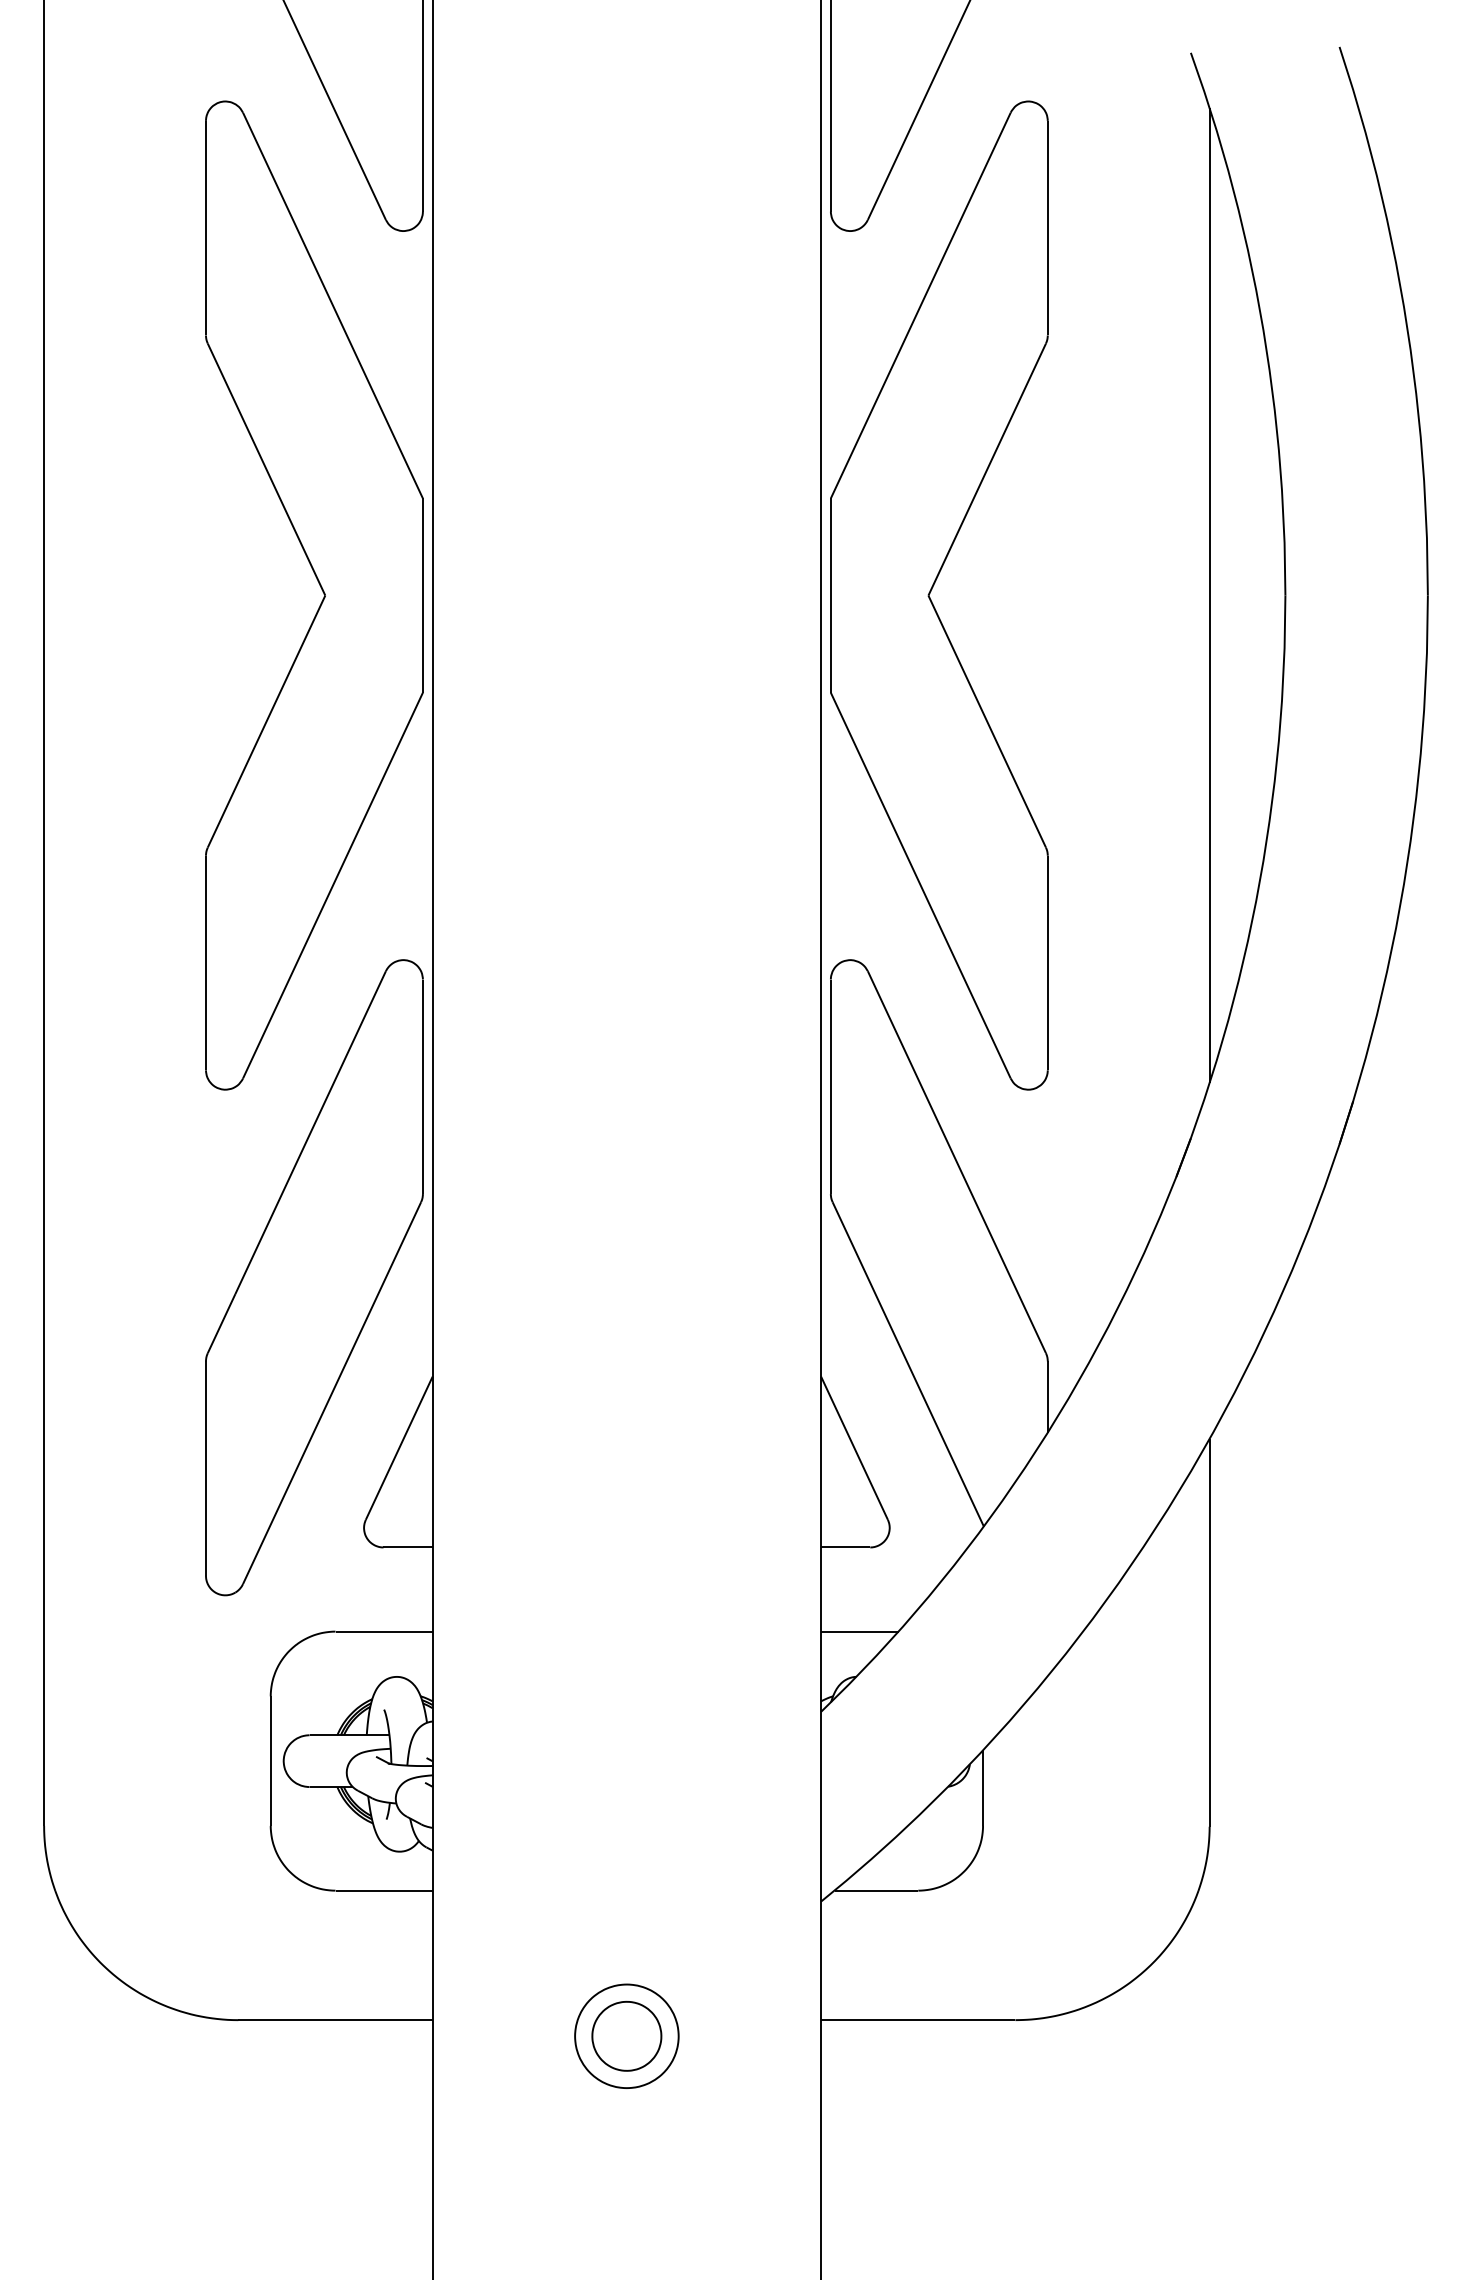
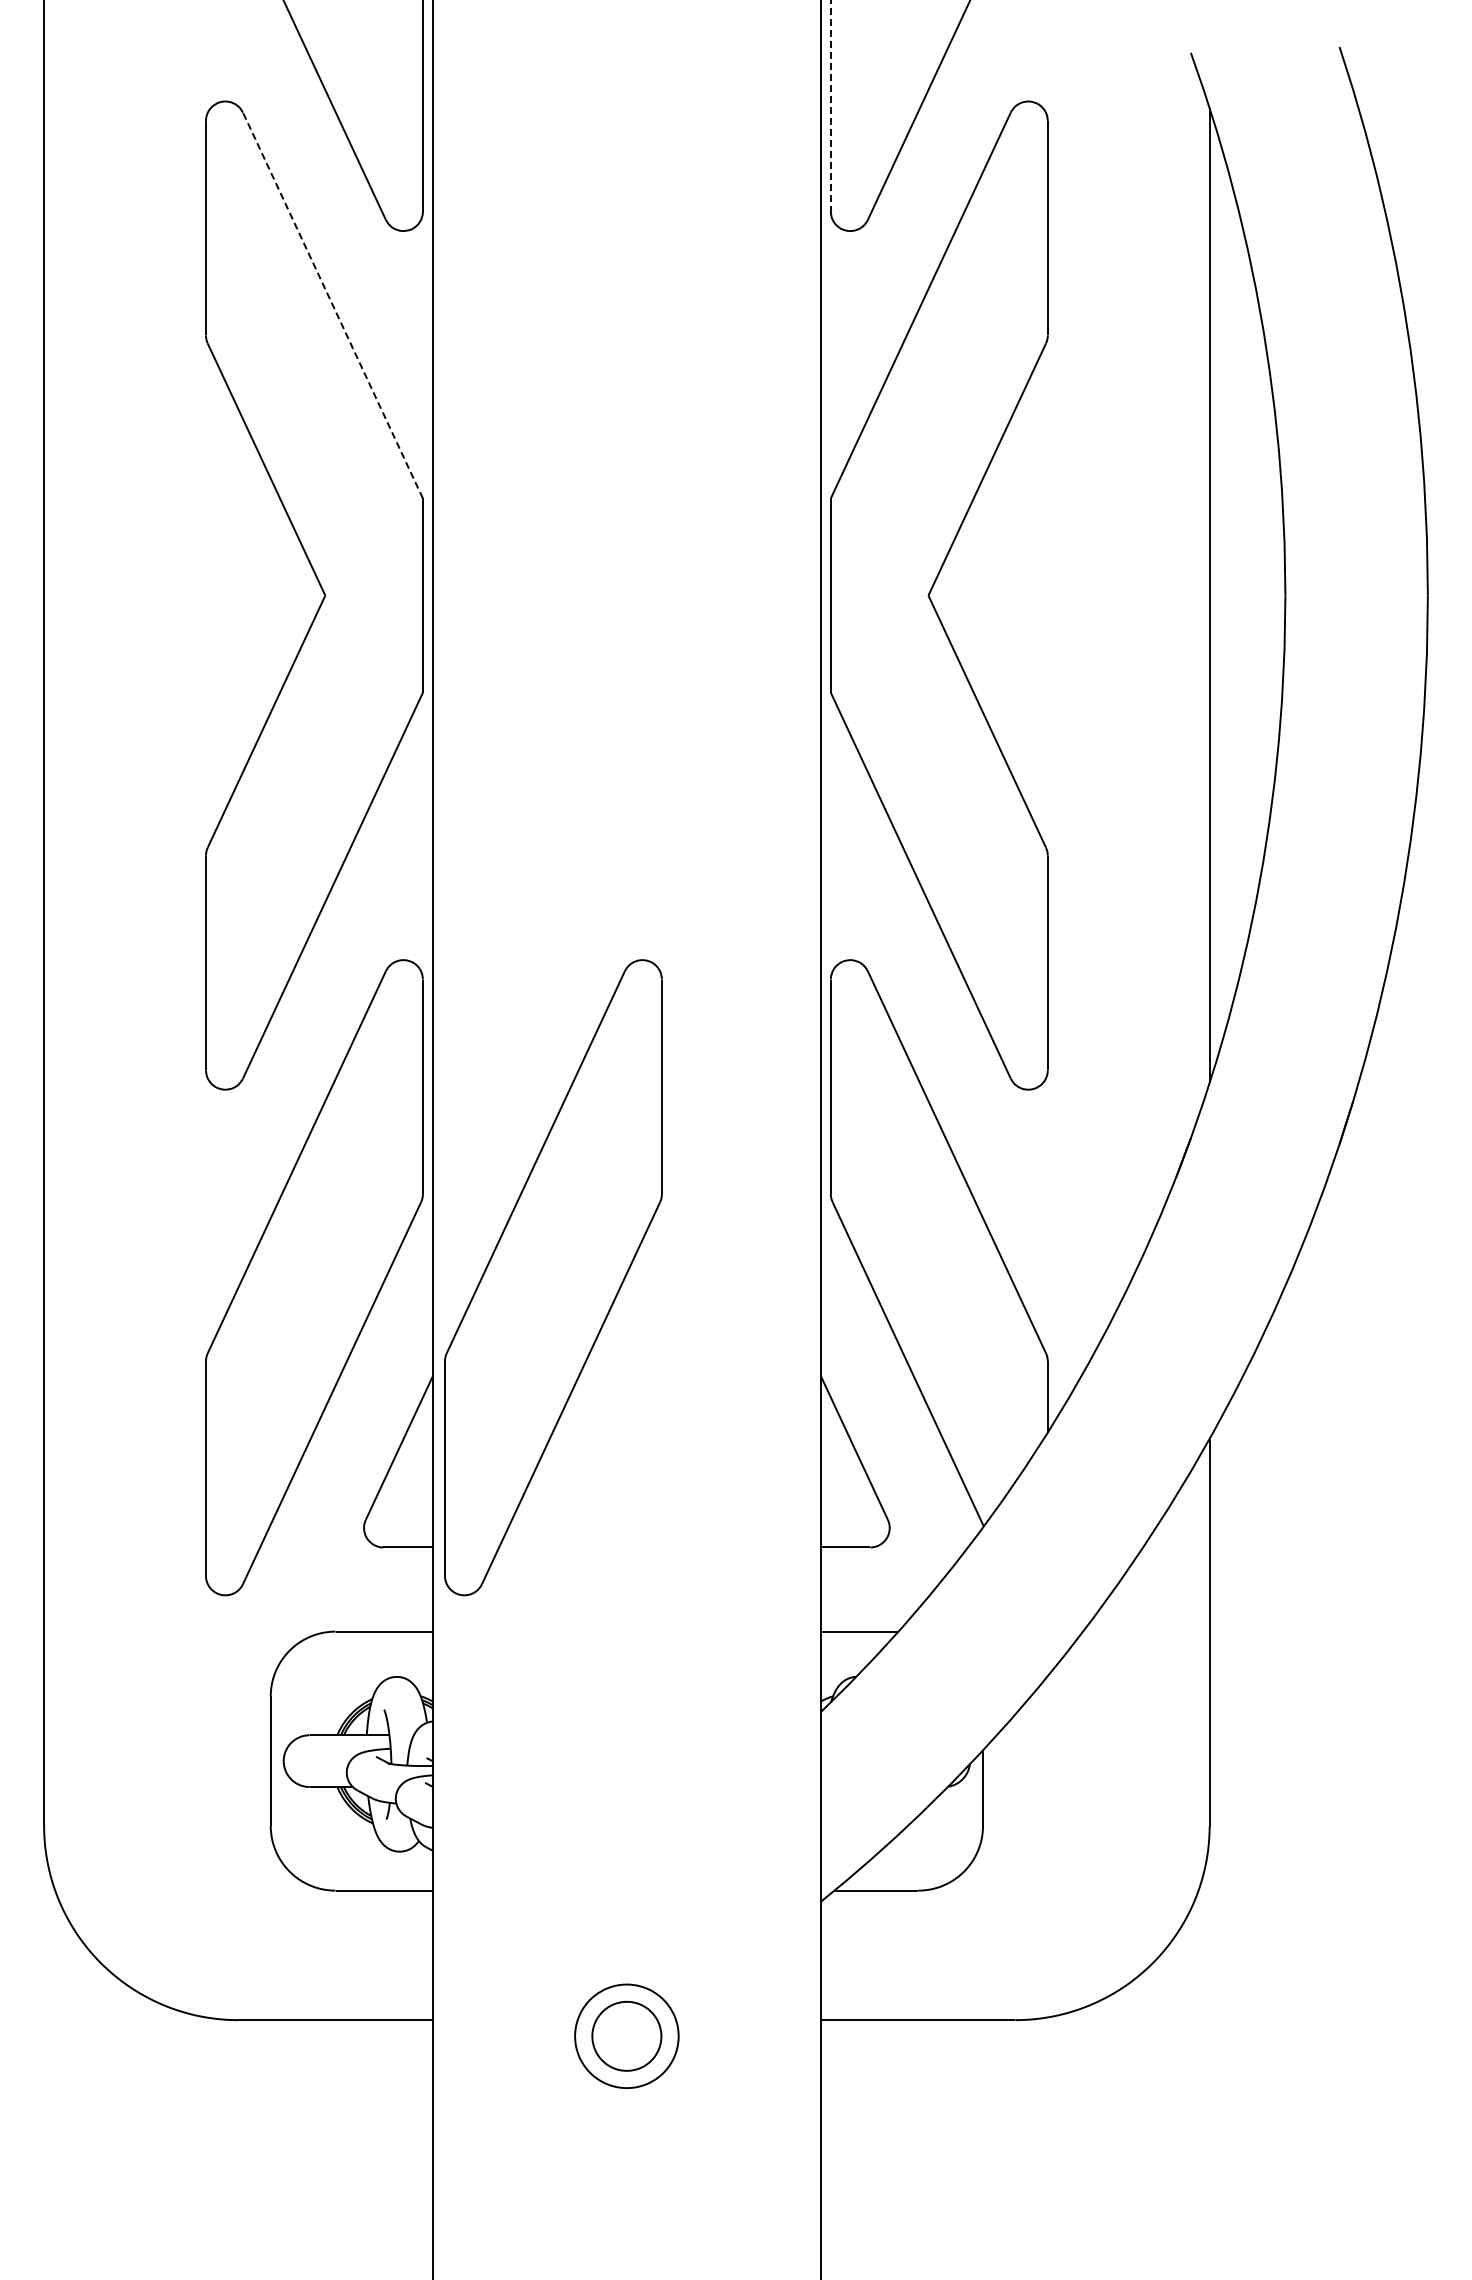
line at (830, 105): solid -> dashed
line at (332, 305): solid -> dashed
part at (553, 1277): none -> present
